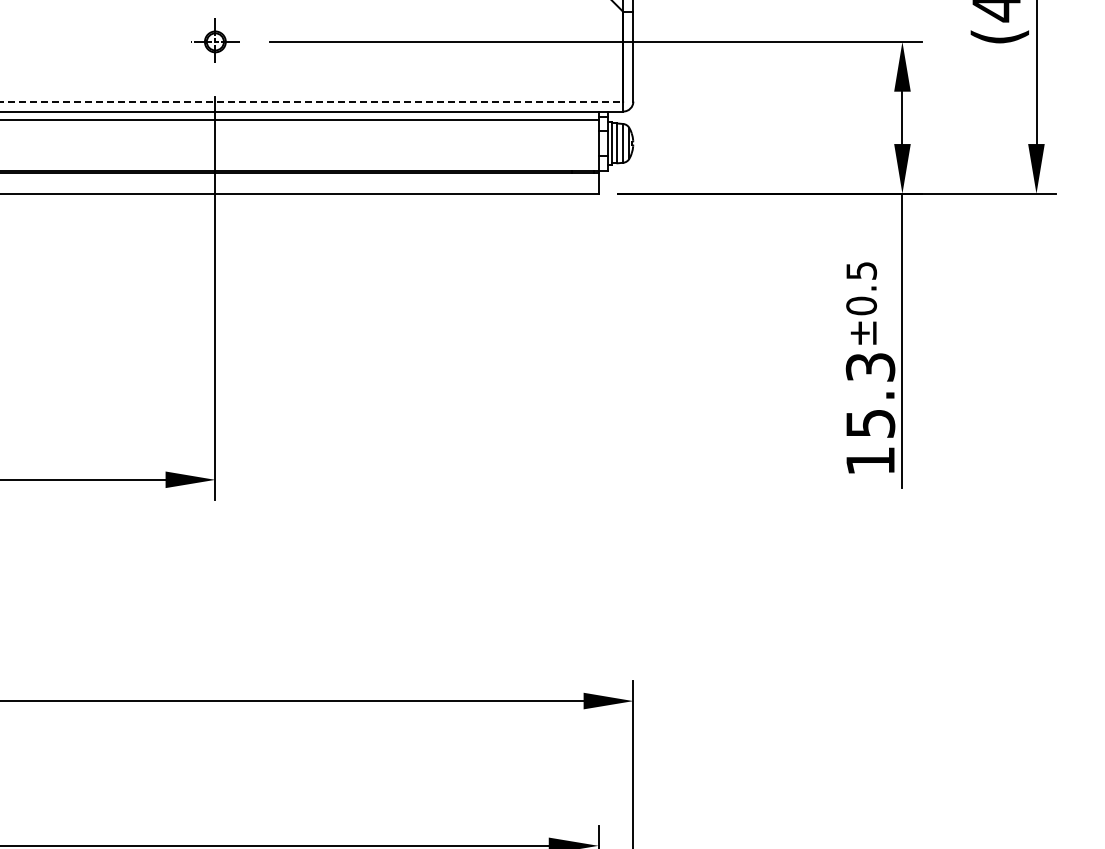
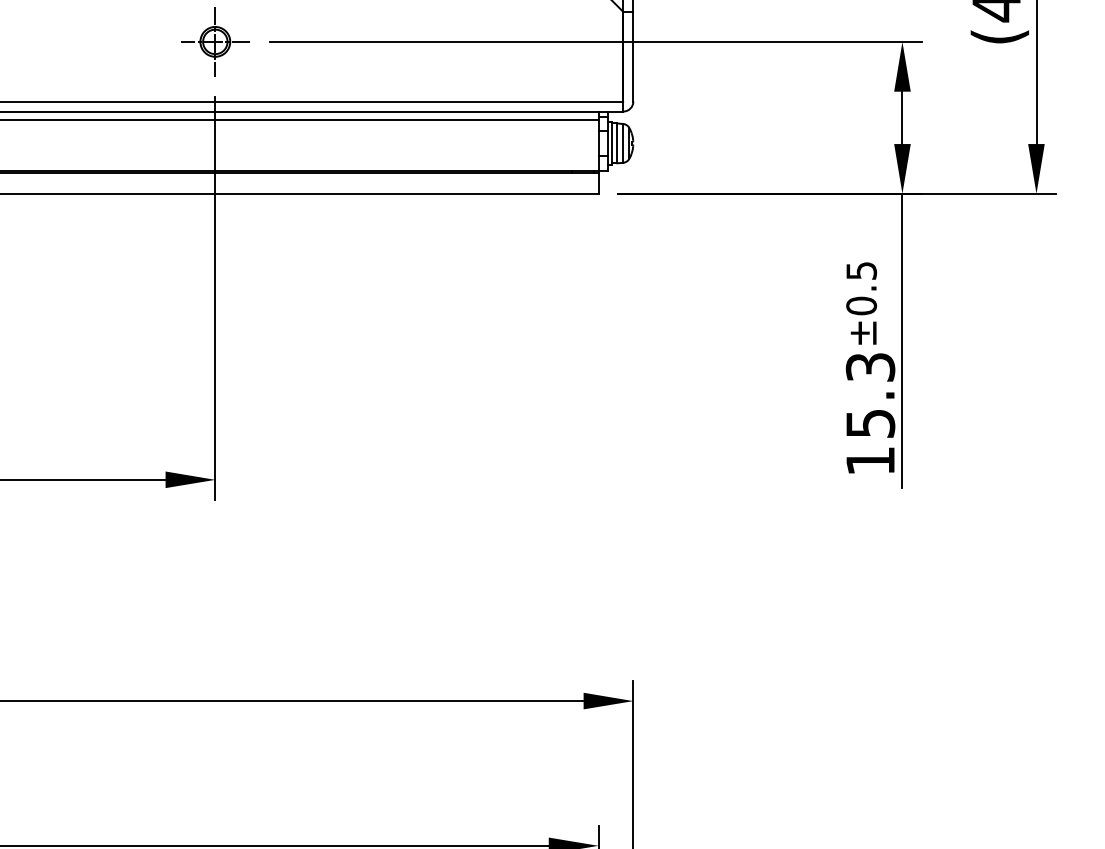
part at (215, 40) size: 49x45 px -> 69x70 px
line at (312, 101): dashed -> solid
